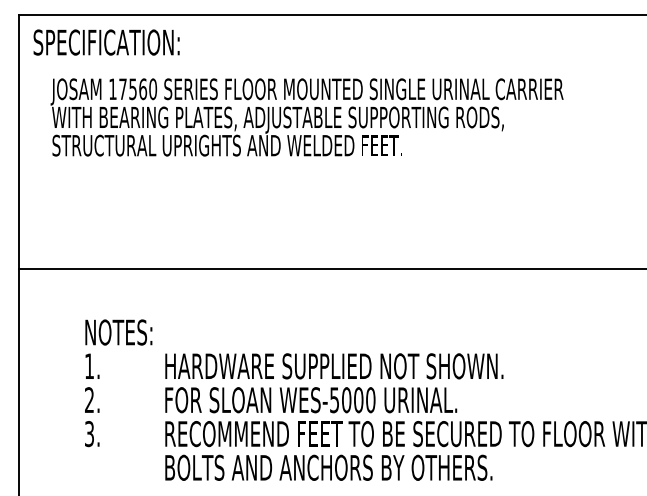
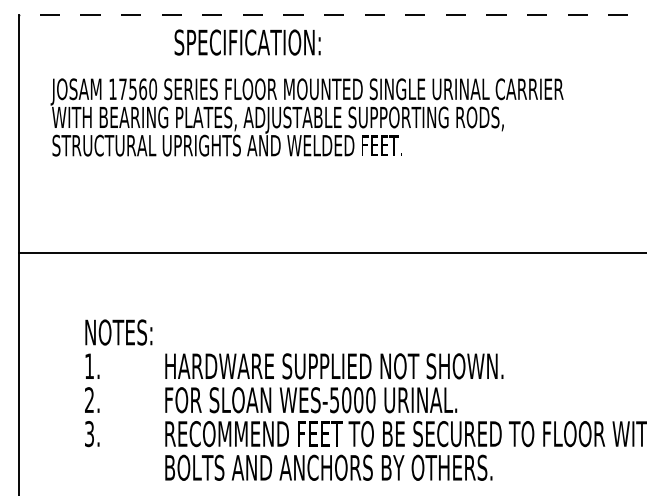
line at (332, 14): solid -> dashed
text at (106, 42) position: (106, 42) -> (247, 42)
line at (331, 268) position: (331, 268) -> (331, 252)
